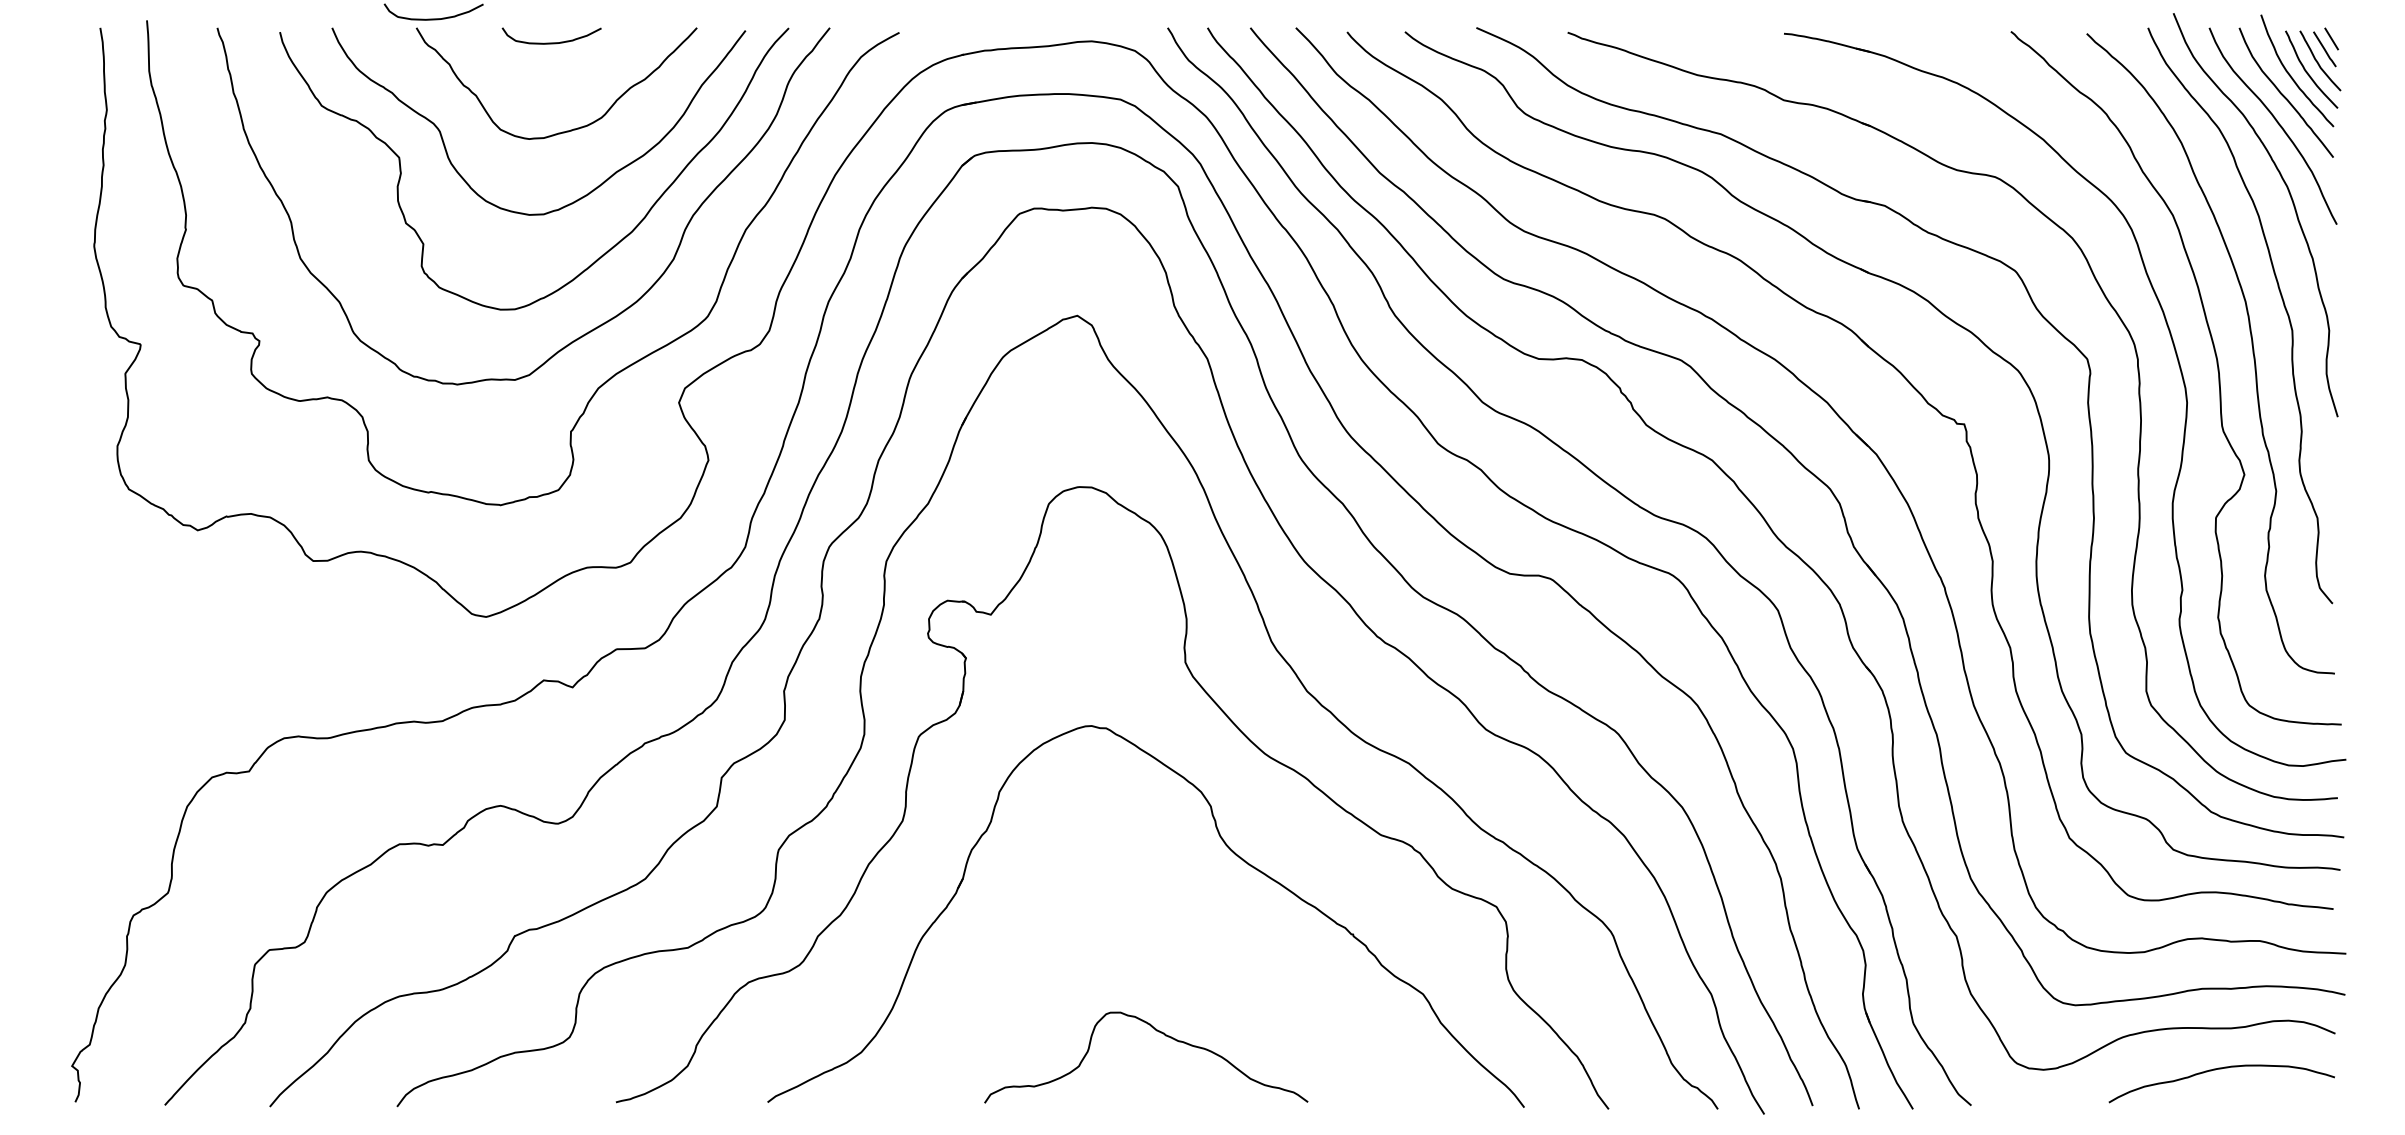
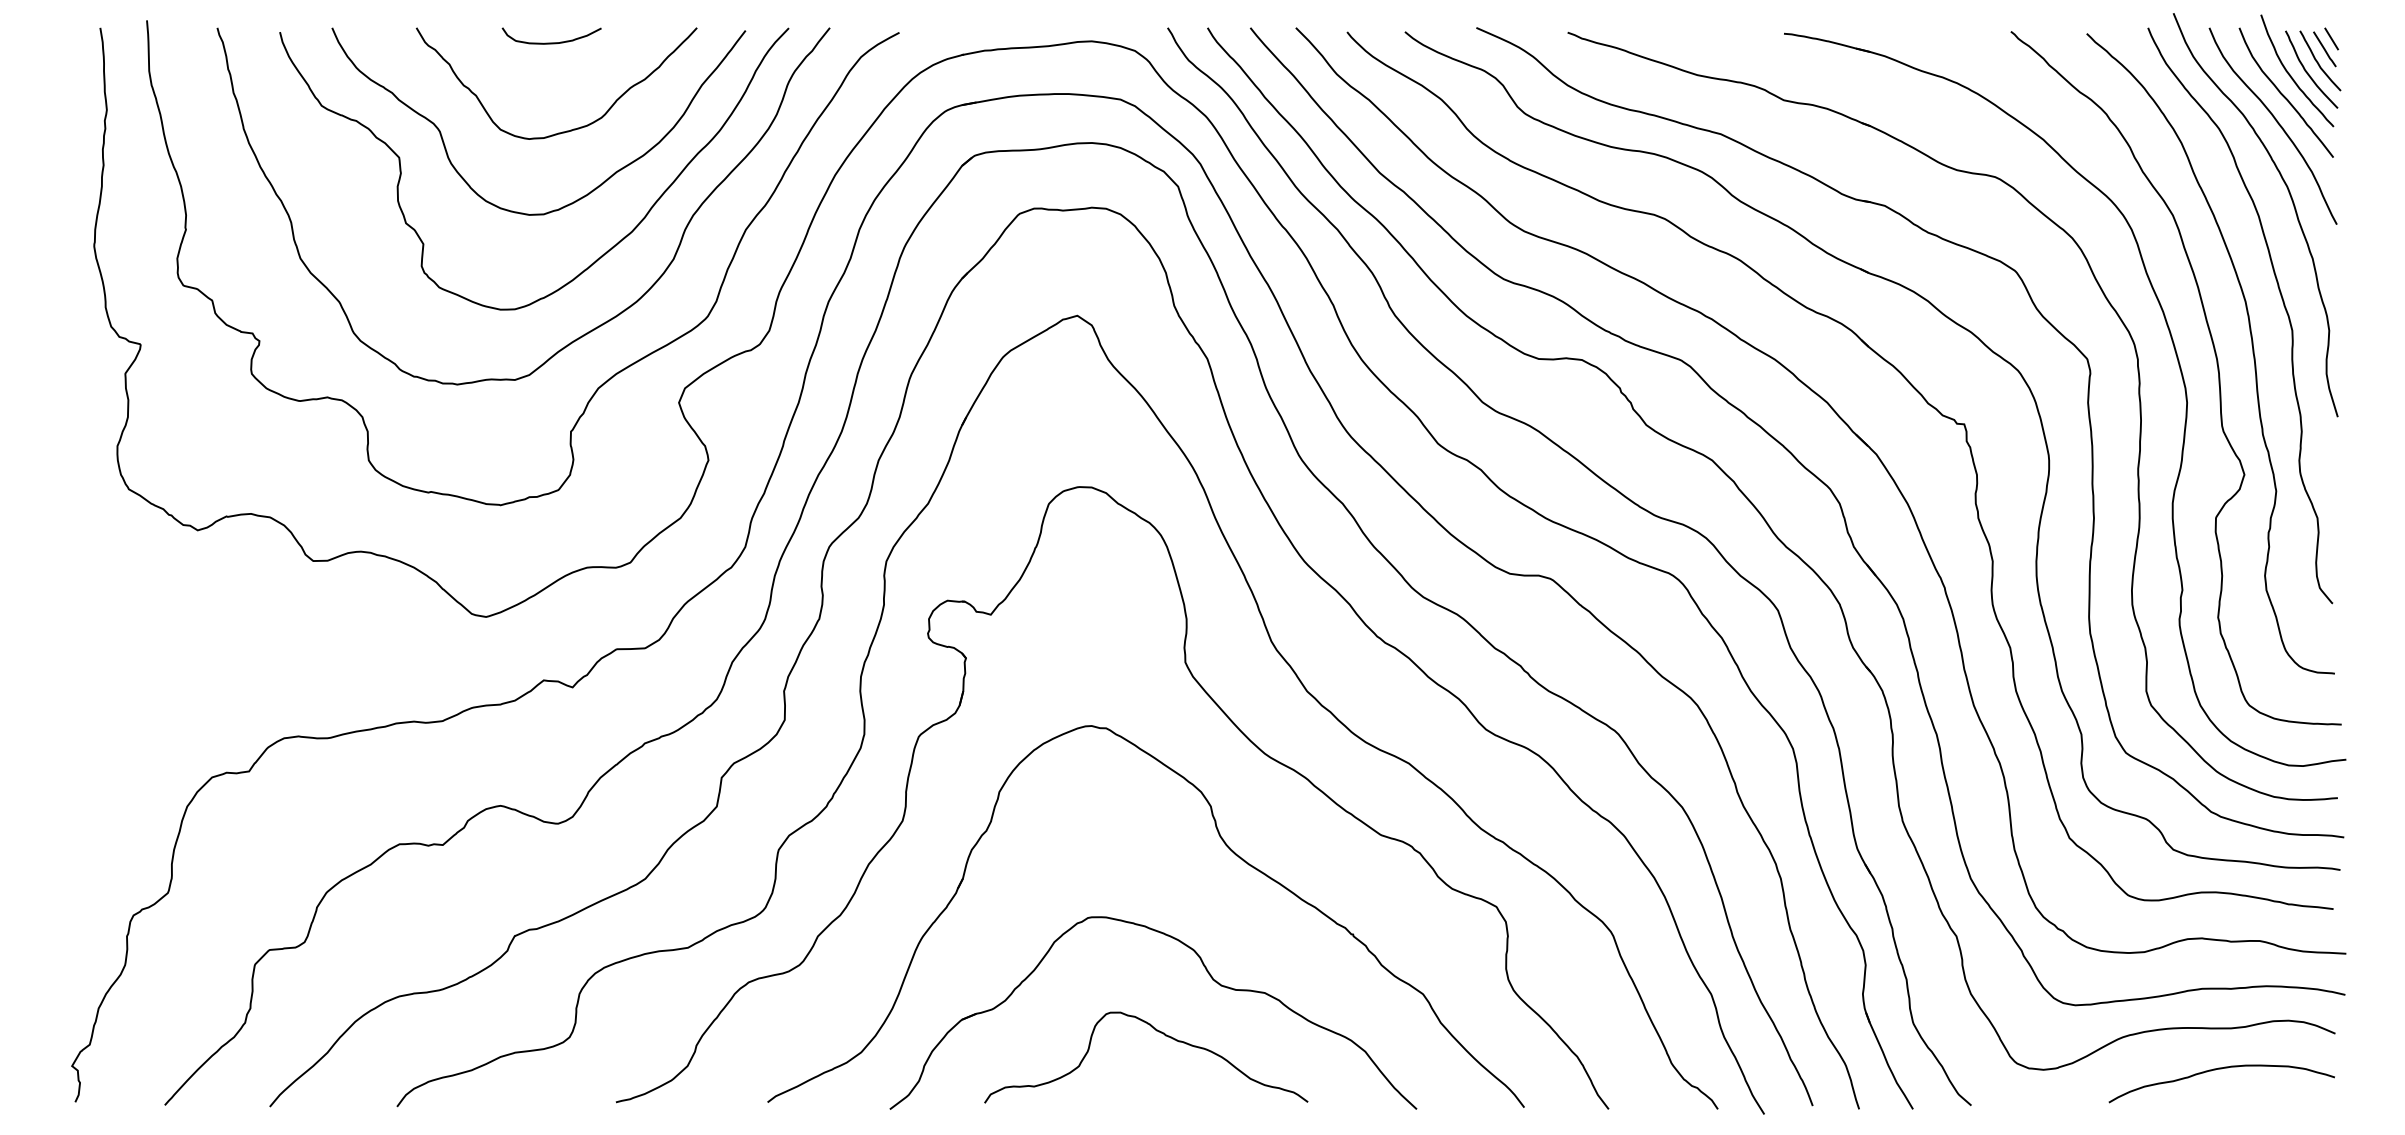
curve at (433, 18): present -> none
part at (1208, 974): none -> present
